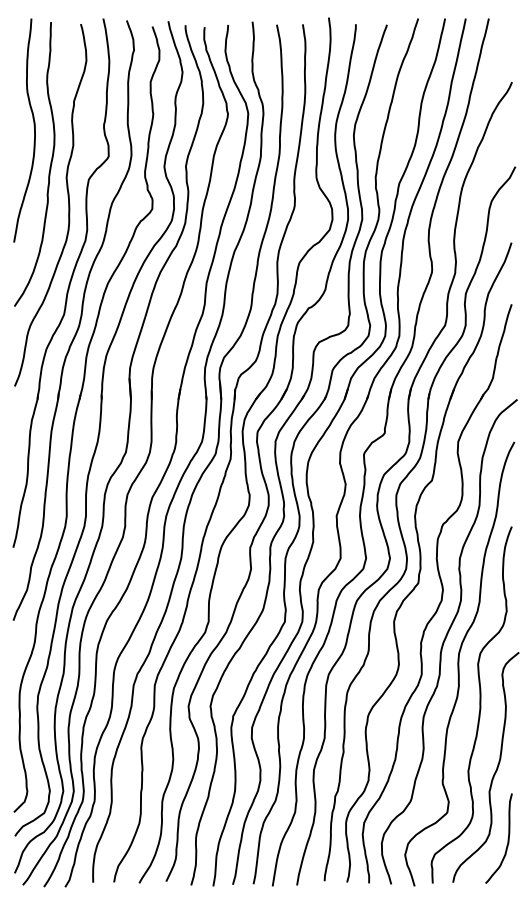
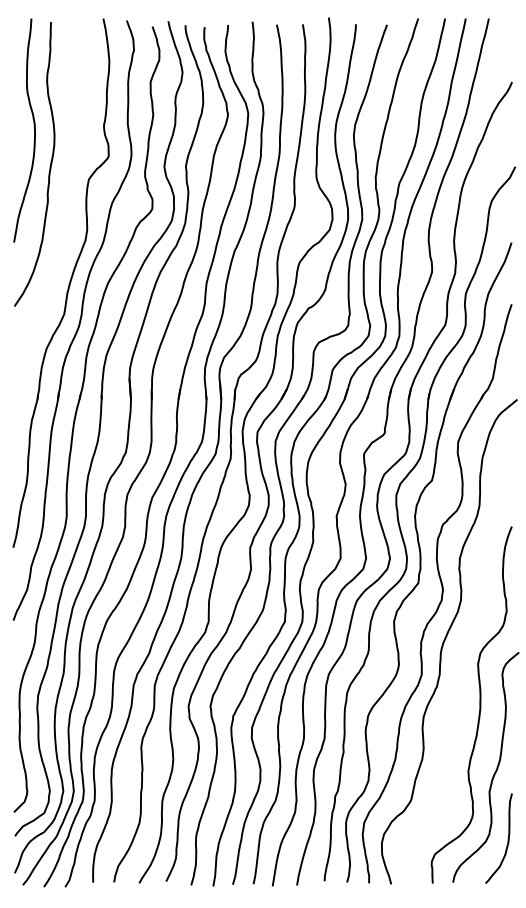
curve at (68, 205): present -> none
curve at (459, 663): present -> none
